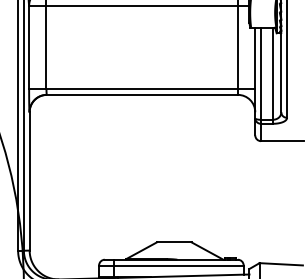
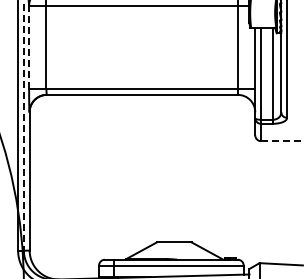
line at (29, 47): solid -> dashed
line at (23, 125): solid -> dashed
line at (282, 141): solid -> dashed
